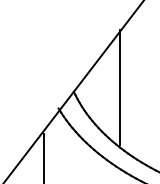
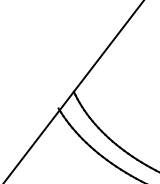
line at (120, 87): present -> none
line at (43, 156): present -> none
